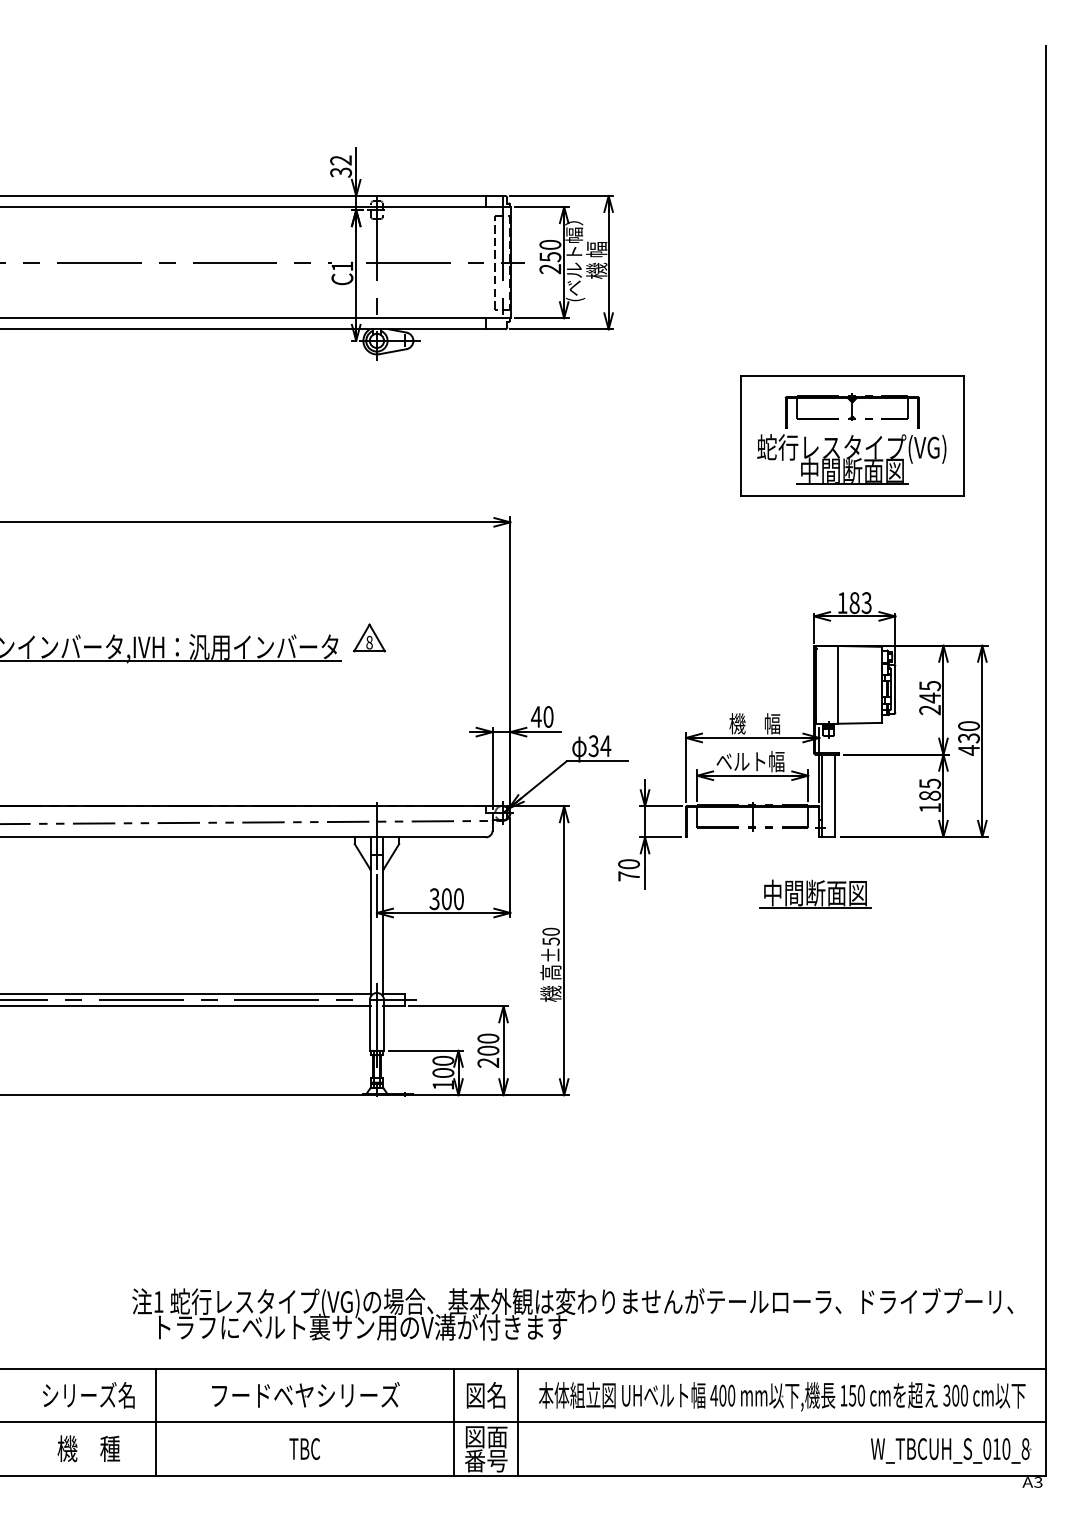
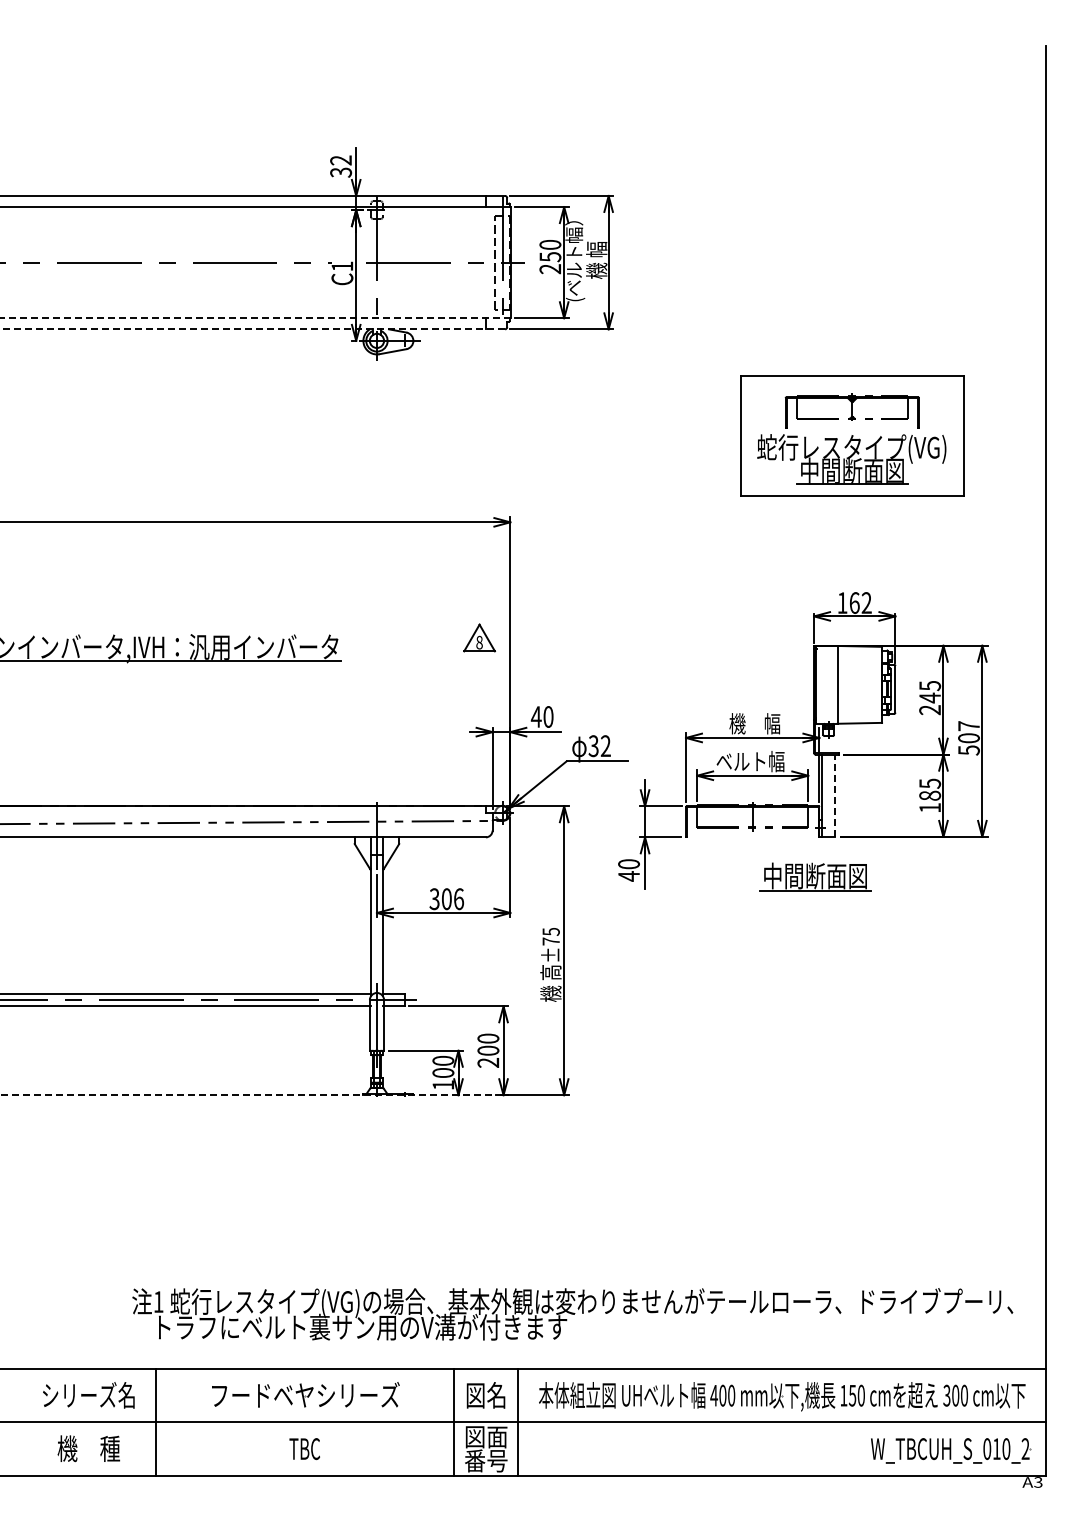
line at (254, 318): solid -> dashed
line at (252, 329): solid -> dashed
text at (860, 603): 183 -> 162
part at (369, 637) position: (369, 637) -> (479, 637)
text at (968, 738): 430 -> 507
text at (605, 745): 34 -> 32
line at (835, 795): solid -> dashed
text at (628, 876): 70 -> 40
part at (815, 893) position: (815, 893) -> (815, 876)
text at (459, 898): 300 -> 306
text at (550, 936): ±50 -> ±75
line at (248, 1095): solid -> dashed
text at (1025, 1449): W_TBCUH_S_010_8 -> W_TBCUH_S_010_2
